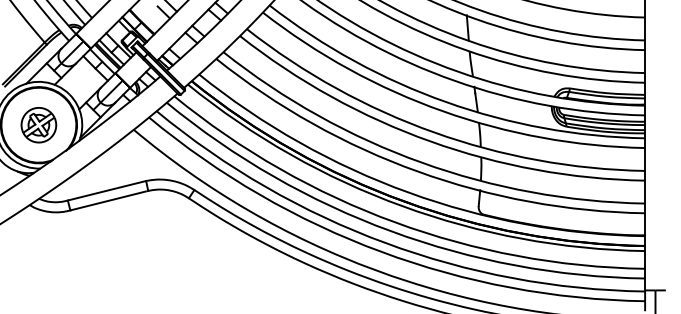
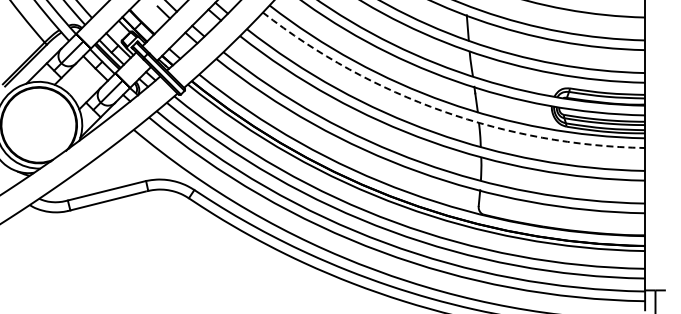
arc at (442, 111): solid -> dashed
part at (38, 125): present -> none
